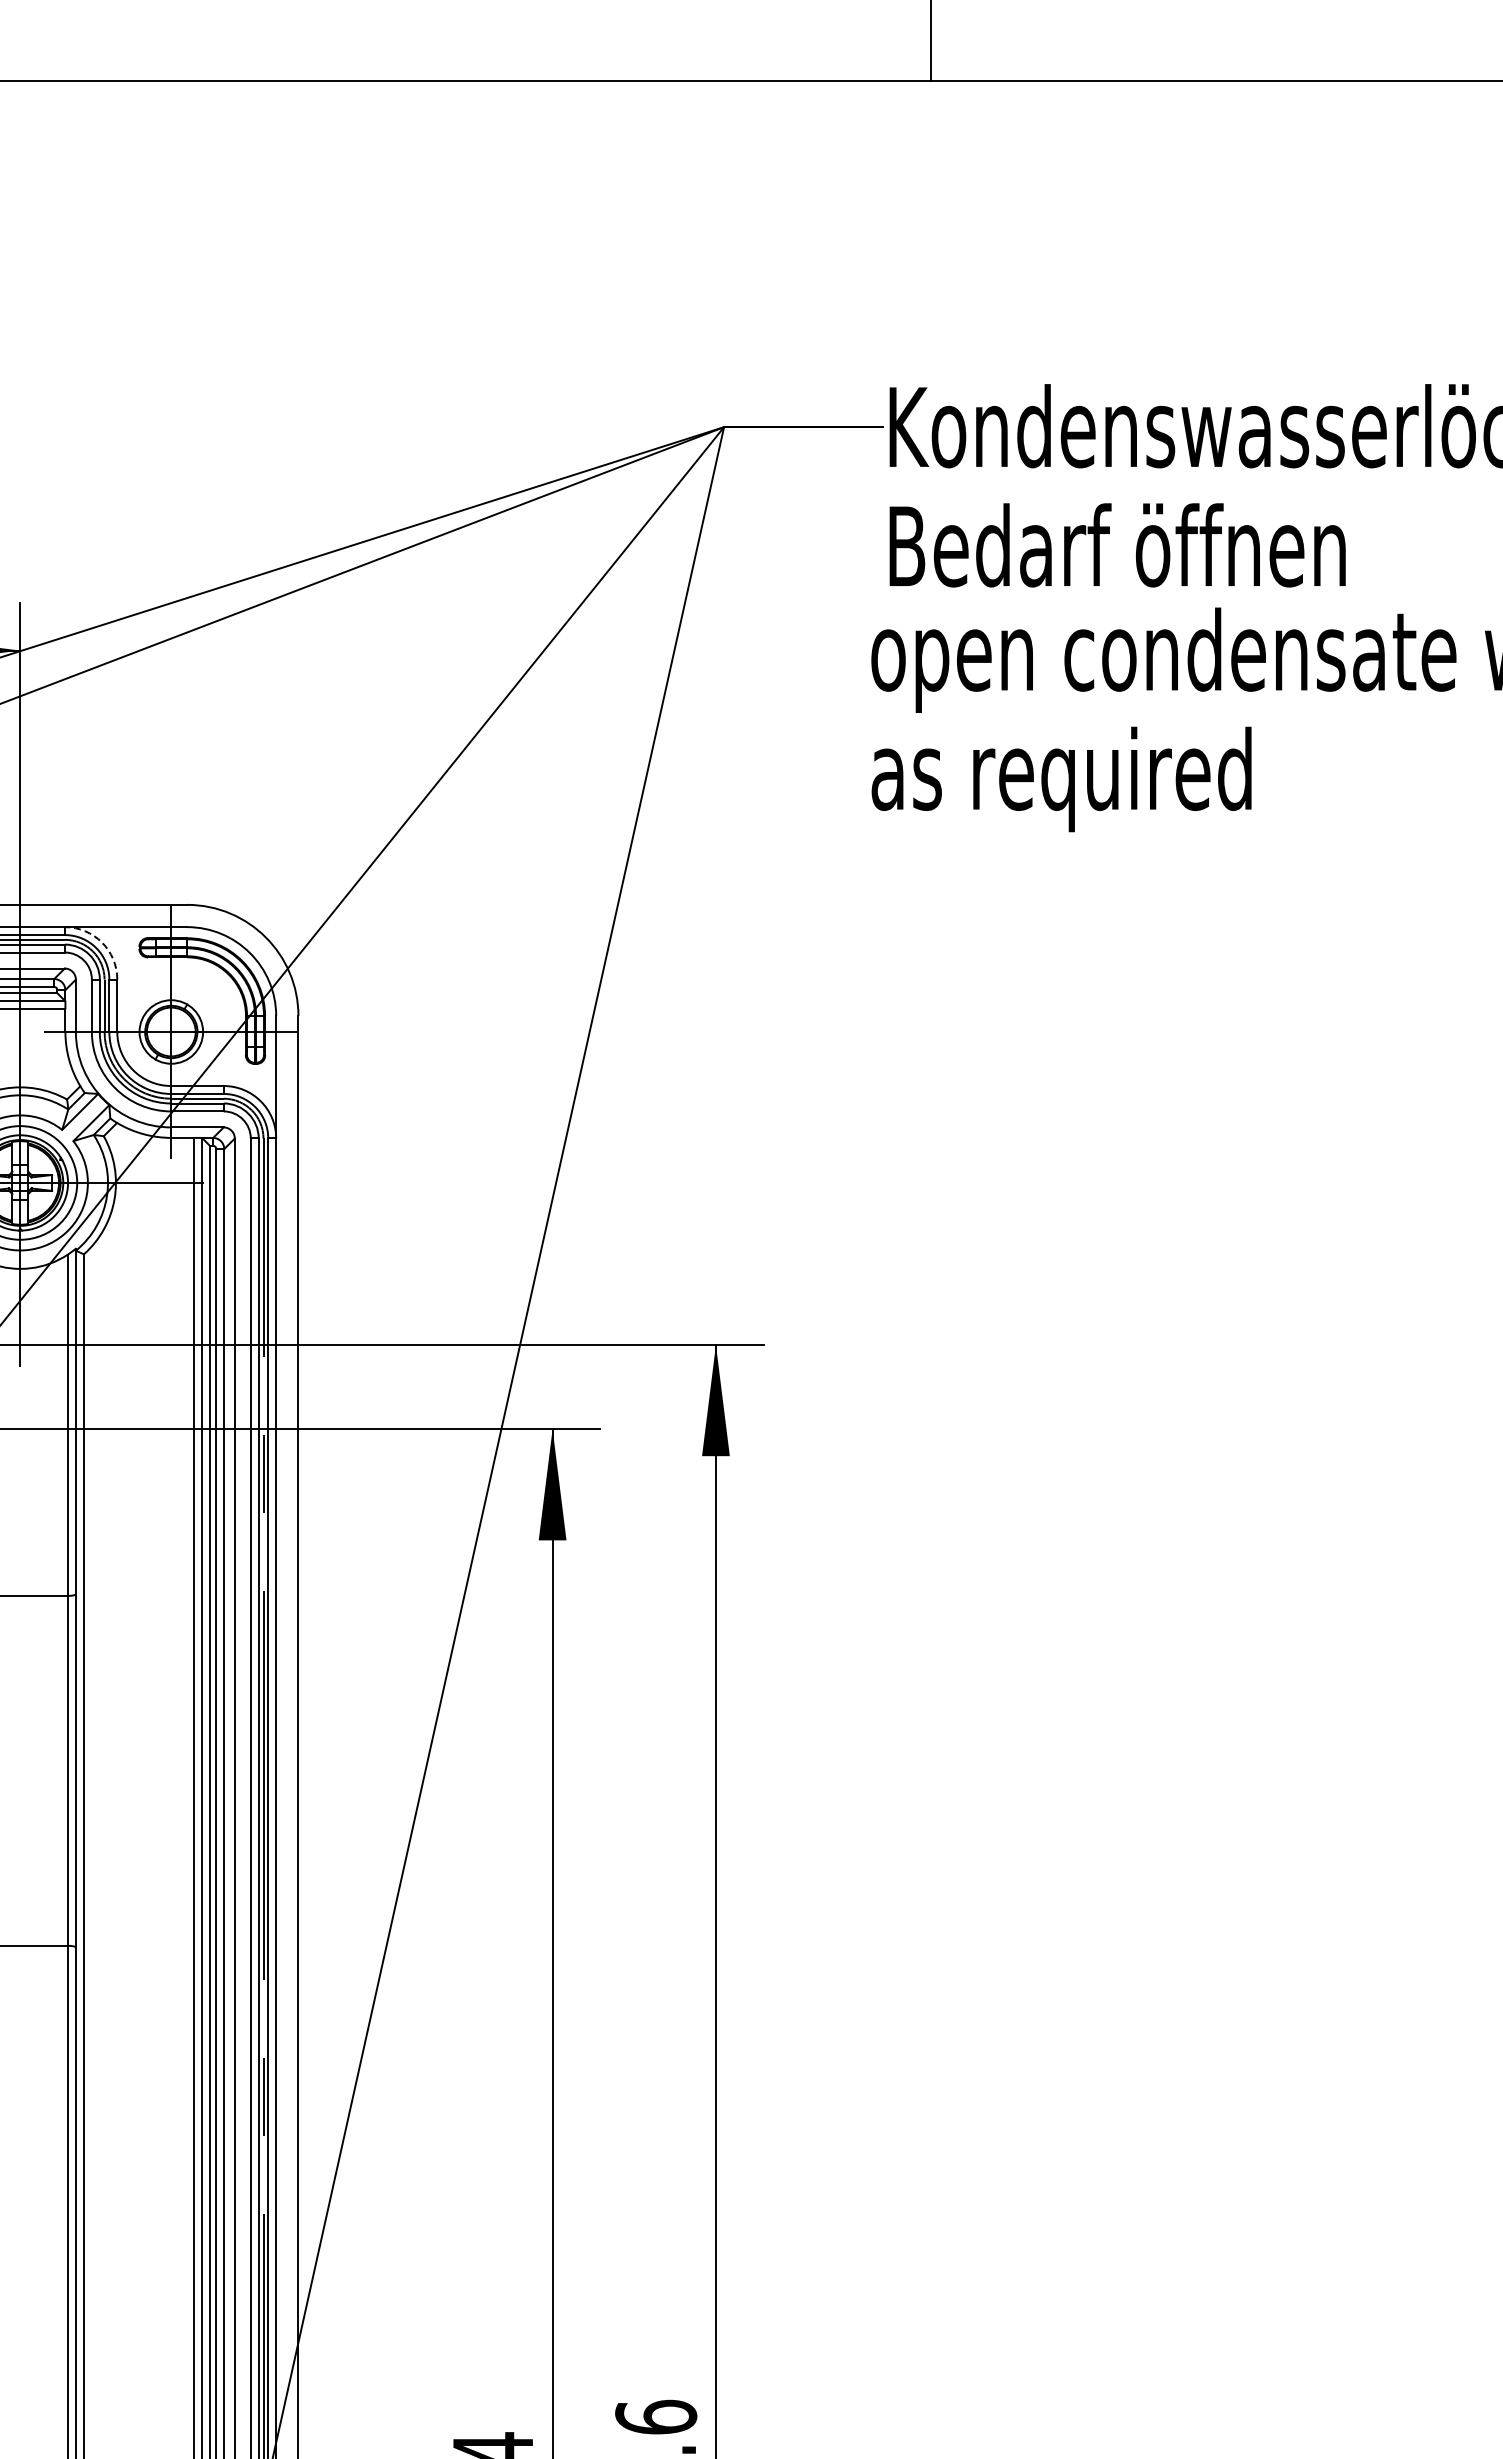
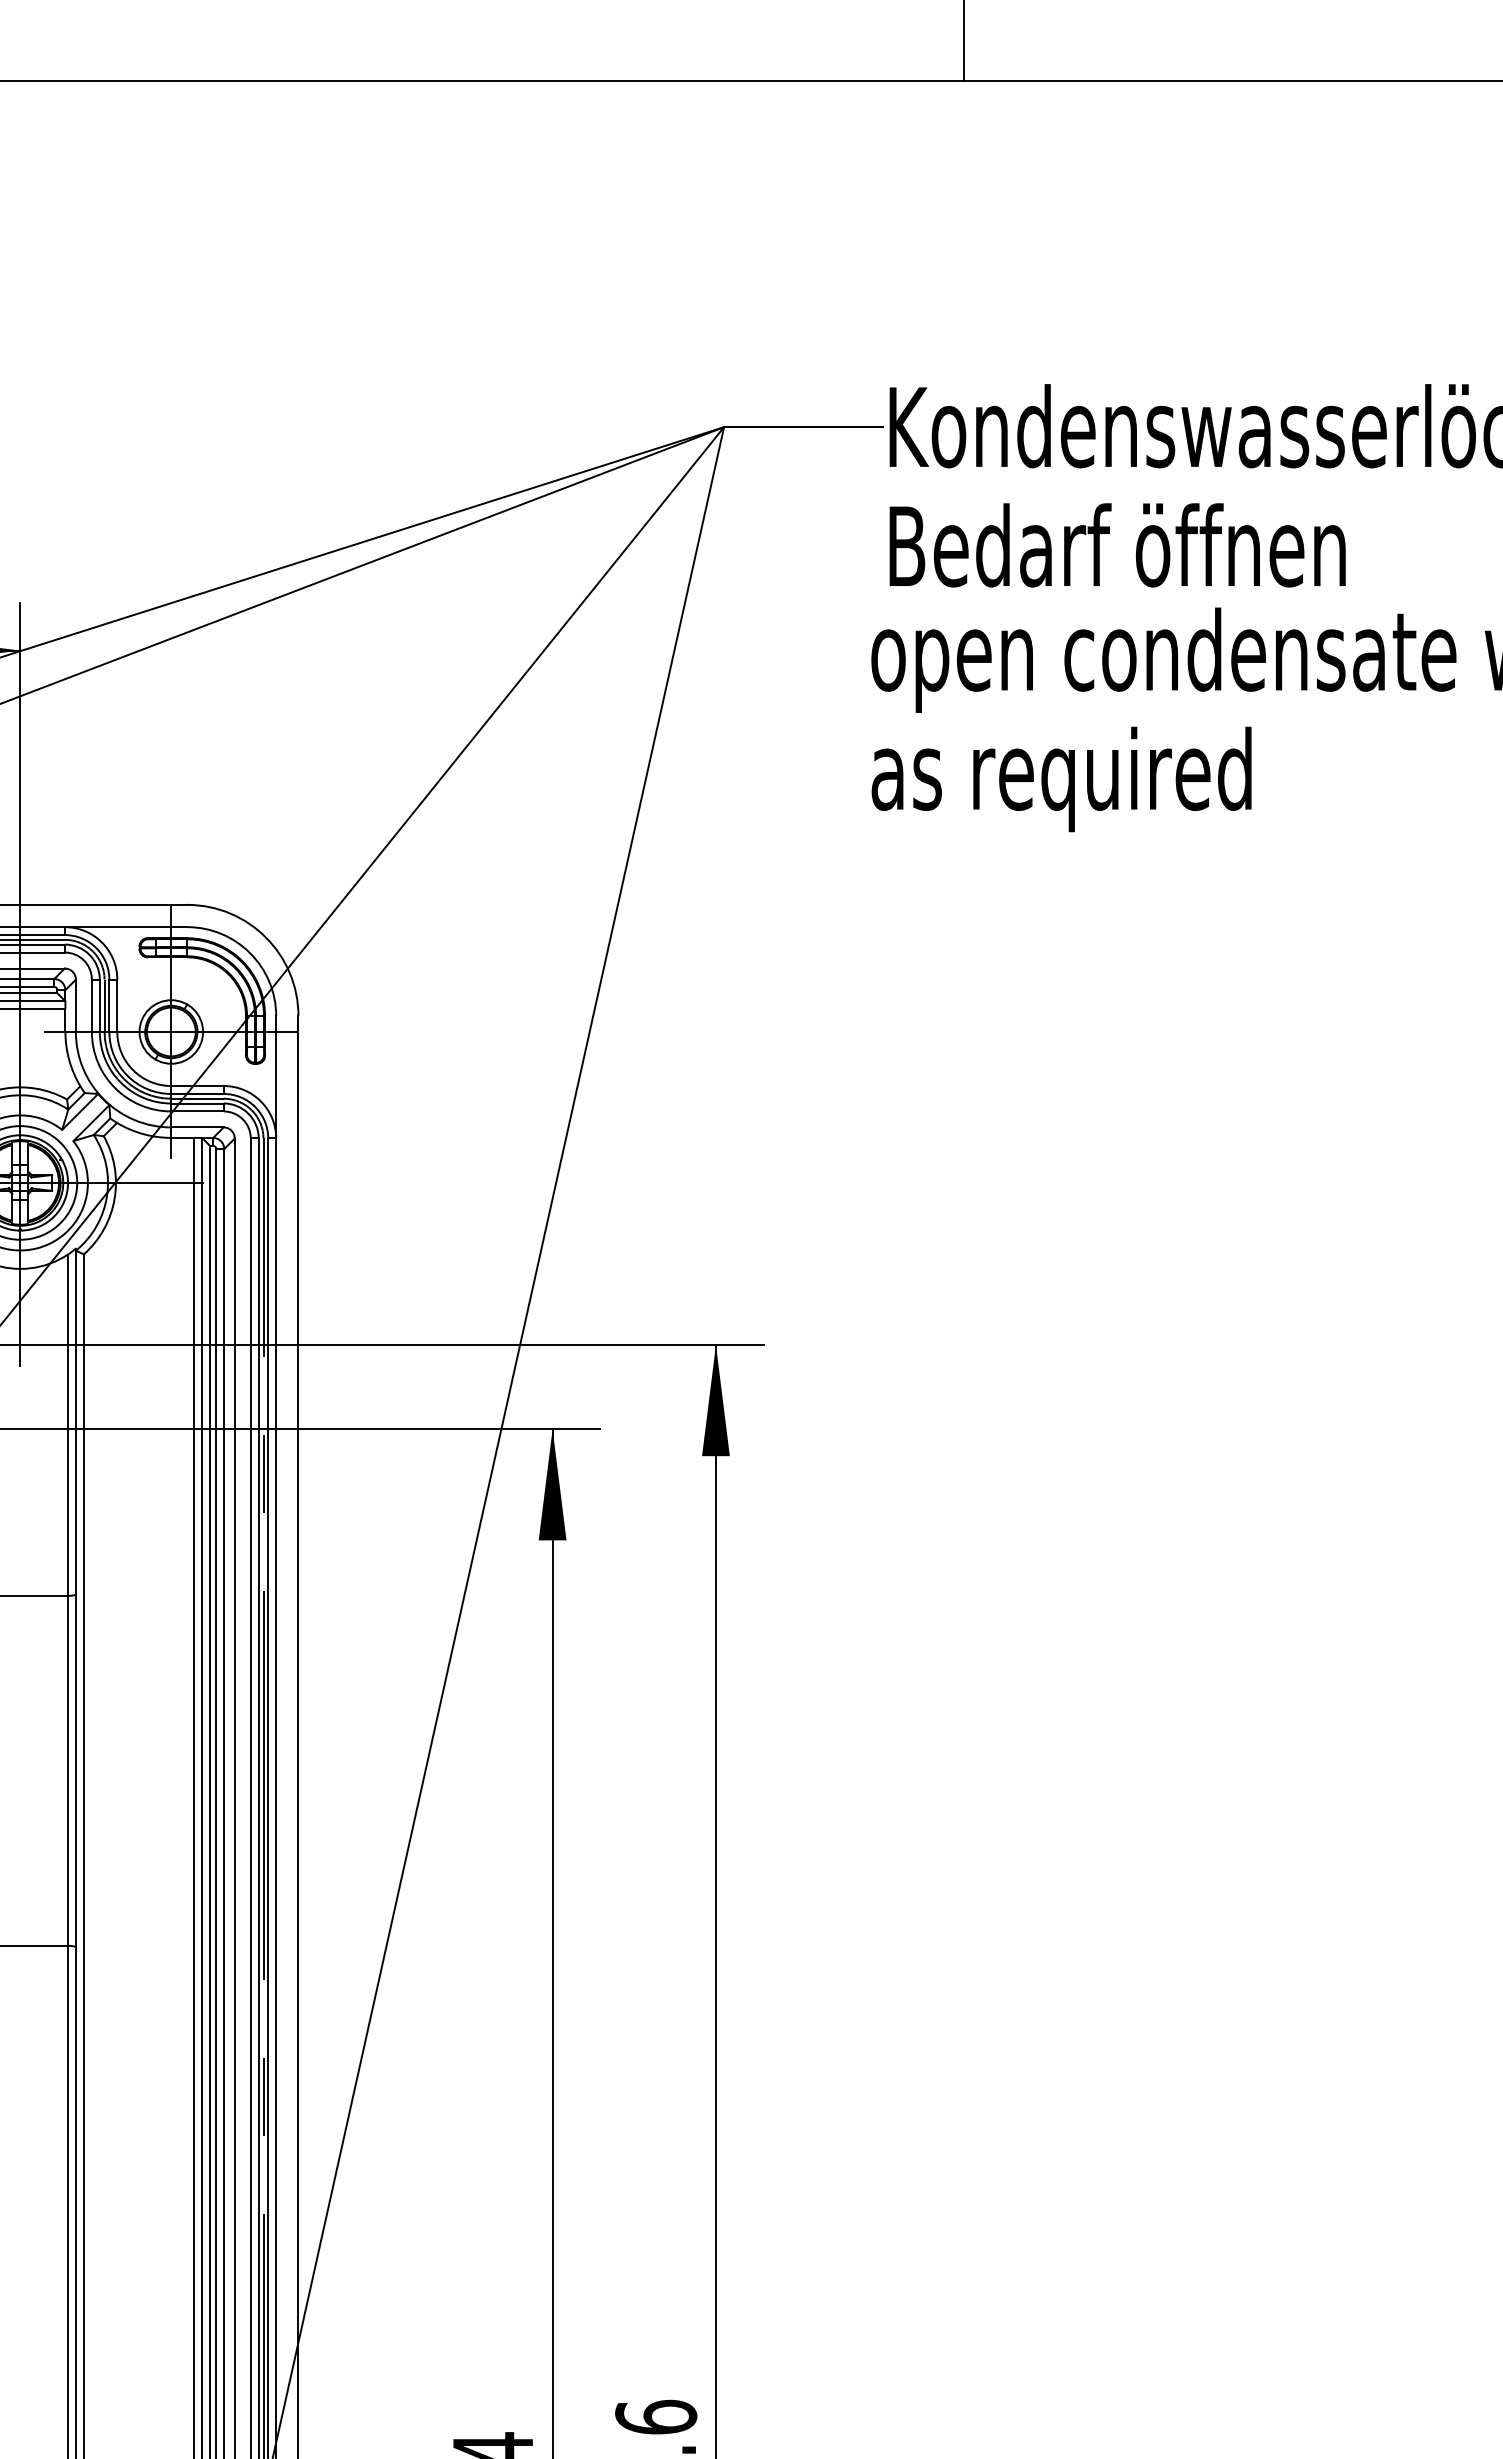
line at (930, 41) position: (930, 41) -> (963, 41)
arc at (101, 942): dashed -> solid
